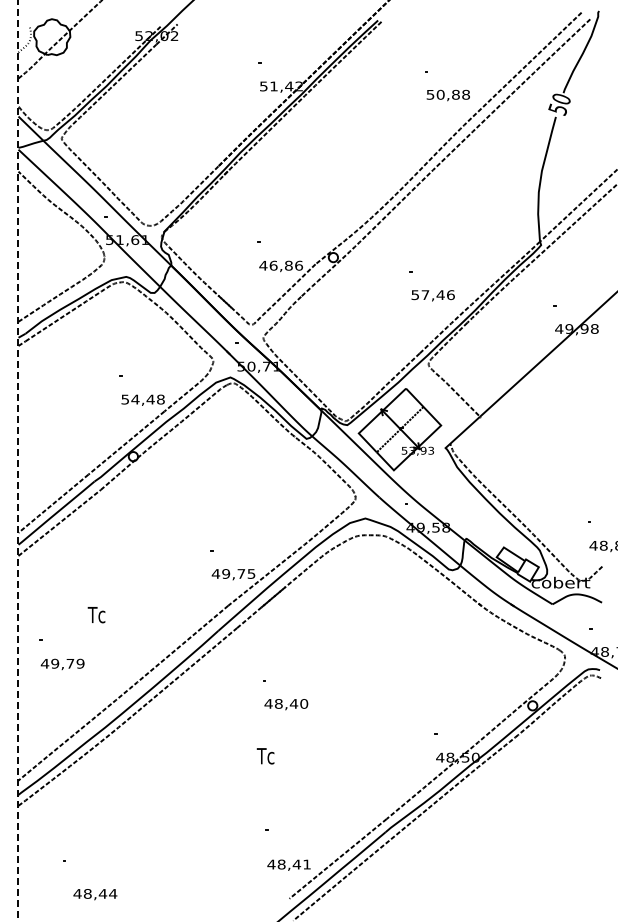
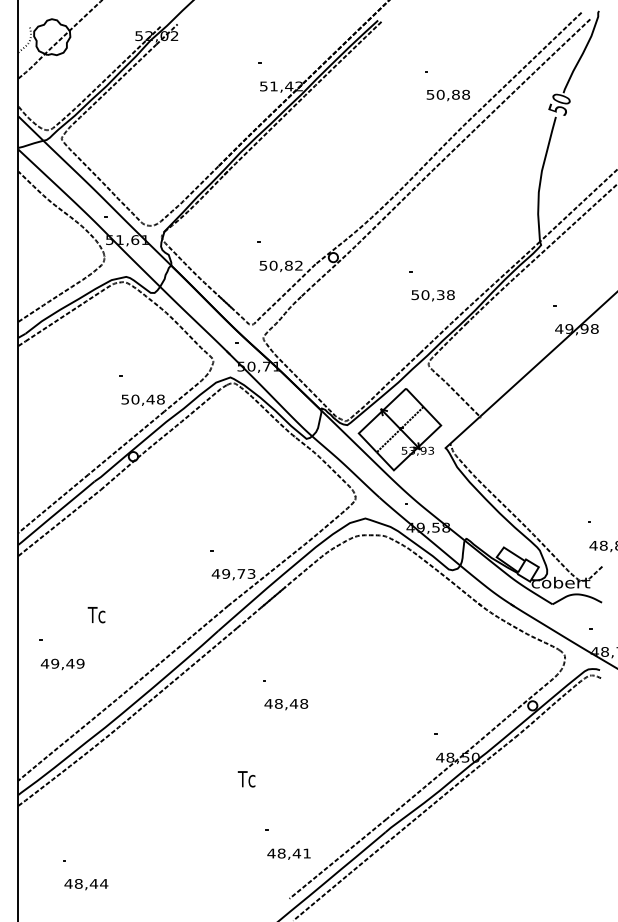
text at (281, 265): 46,86 -> 50,82
text at (437, 295): 57,46 -> 50,38
text at (135, 399): 54,48 -> 50,48
line at (18, 460): dashed -> solid
text at (251, 573): 49,75 -> 49,73
text at (70, 663): 49,79 -> 49,49
text at (304, 703): 48,40 -> 48,48
text at (265, 756) position: (265, 756) -> (246, 779)
text at (288, 864) position: (288, 864) -> (288, 853)
text at (95, 894) position: (95, 894) -> (86, 884)
